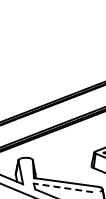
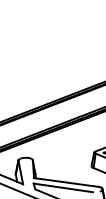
line at (63, 187): dashed -> solid
